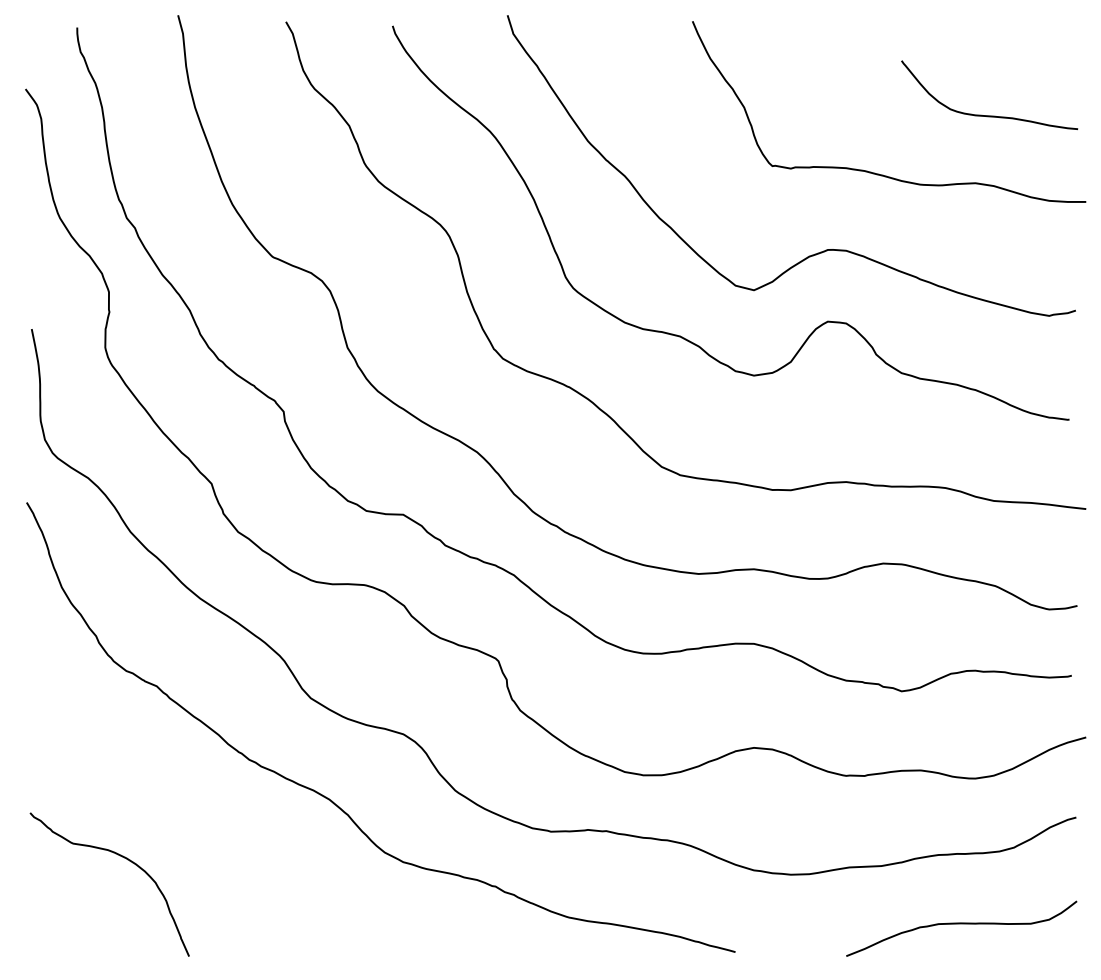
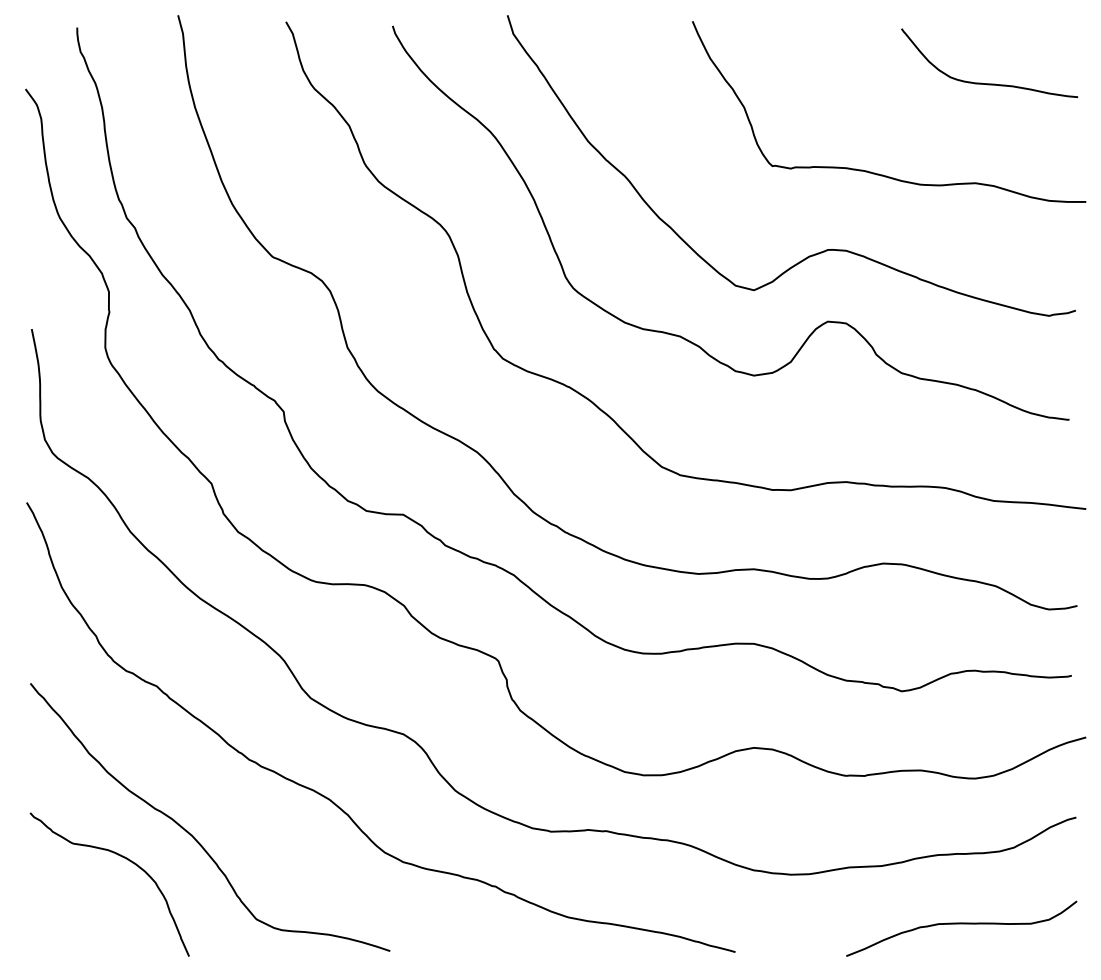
curve at (989, 115) position: (989, 115) -> (989, 83)
curve at (192, 834): none -> present
